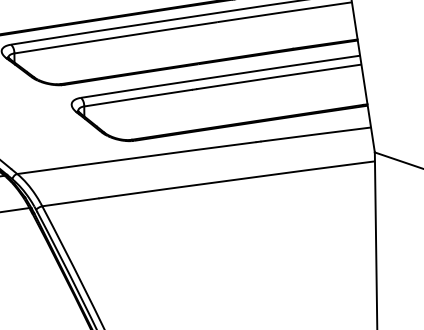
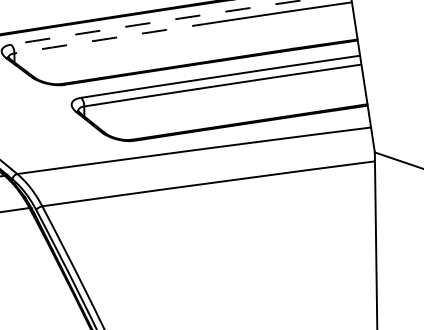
arc at (157, 21): solid -> dashed
arc at (115, 37): solid -> dashed
